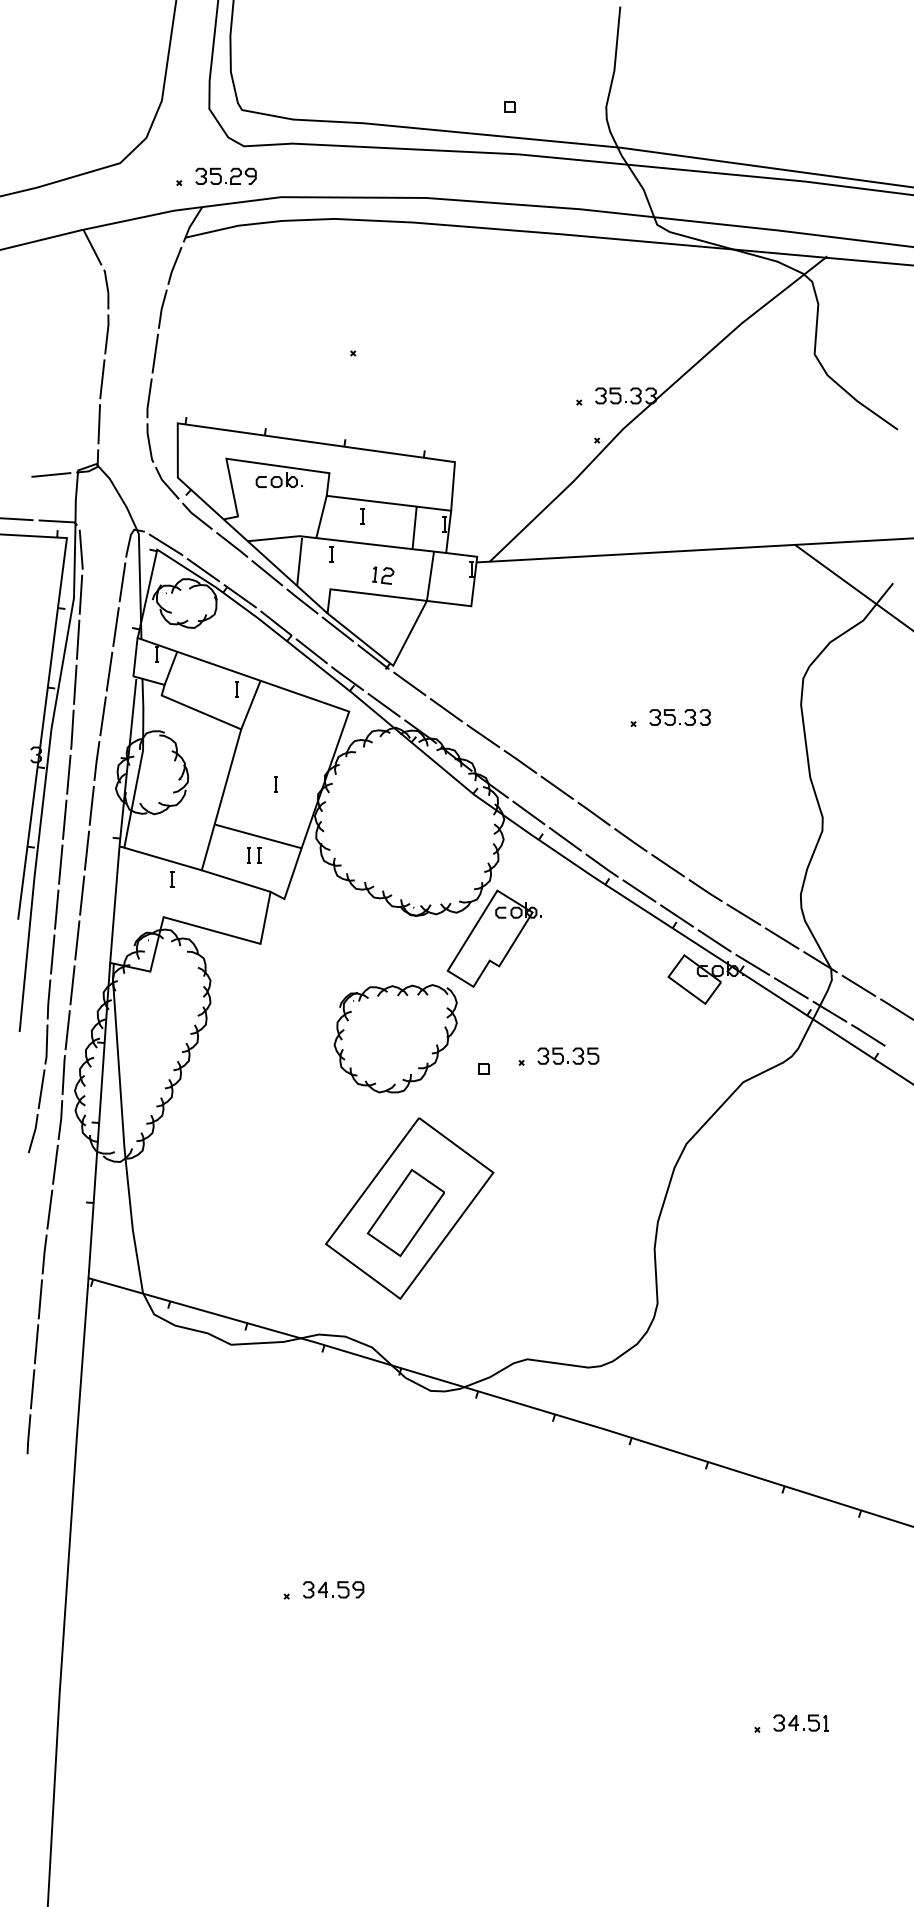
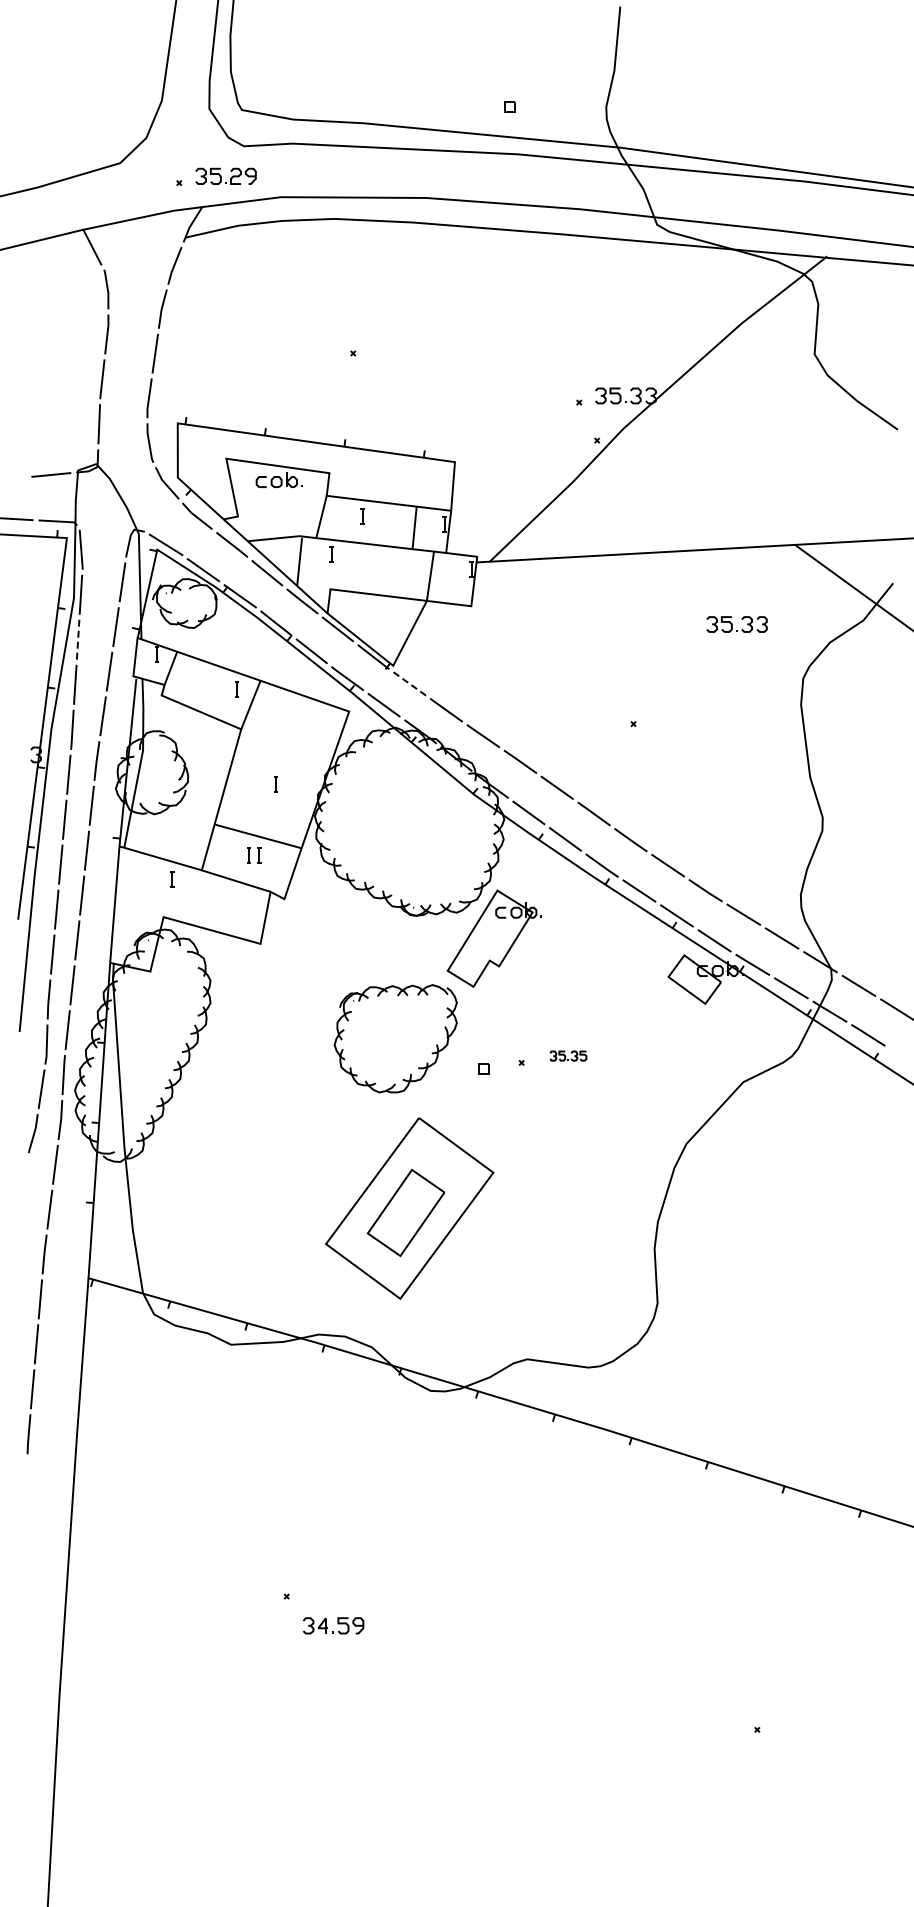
part at (383, 575): present -> none
line at (78, 640): solid -> dashed
line at (410, 684): solid -> dashed
part at (679, 717) position: (679, 717) -> (736, 624)
part at (568, 1055) size: 63x18 px -> 39x12 px
part at (333, 1589) position: (333, 1589) -> (333, 1625)
part at (800, 1722): present -> none
